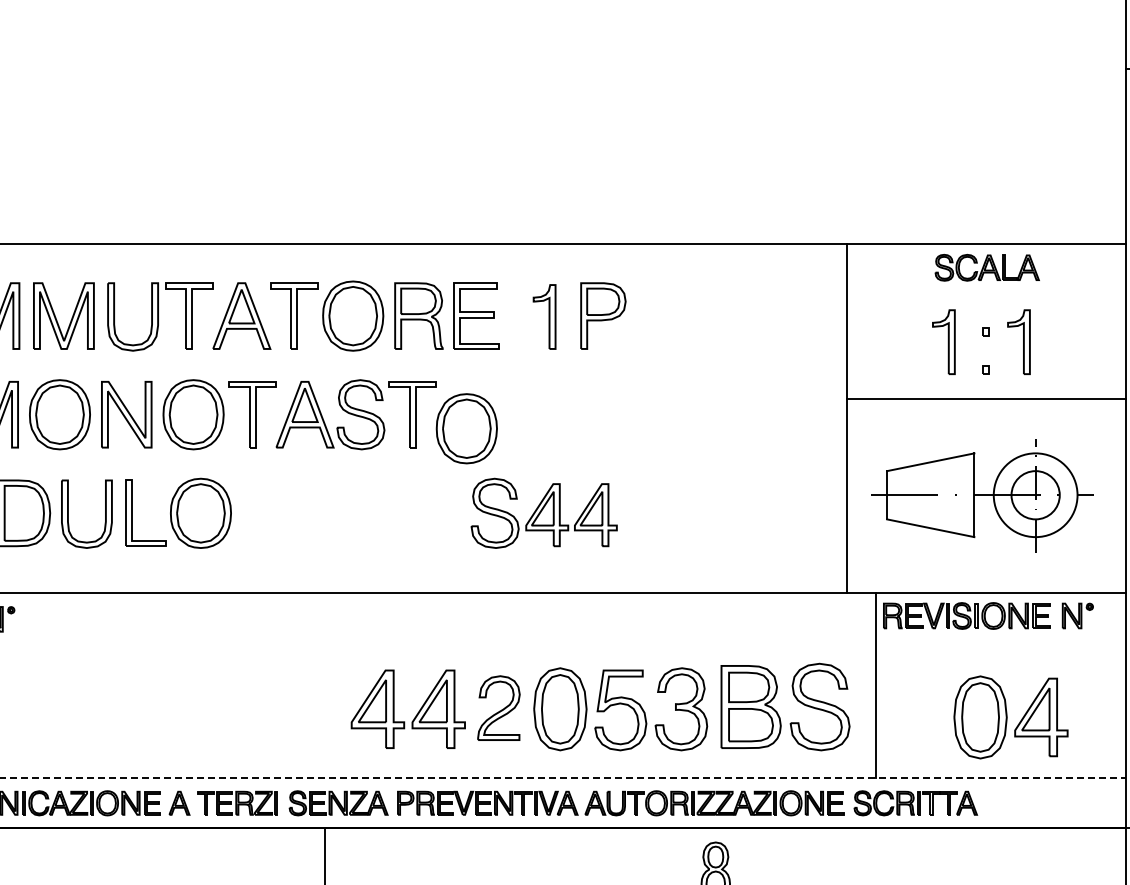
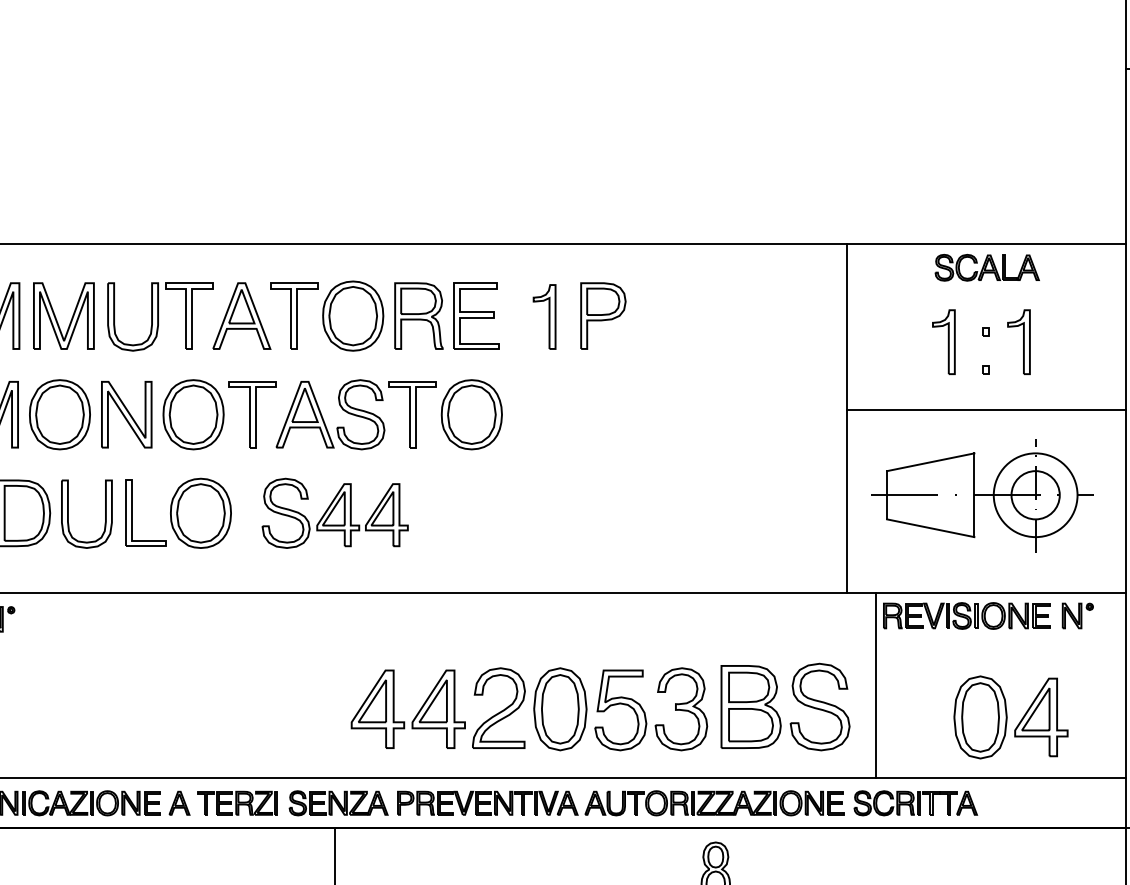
line at (986, 399) position: (986, 399) -> (986, 410)
part at (466, 428) position: (466, 428) -> (471, 414)
part at (543, 512) position: (543, 512) -> (334, 512)
part at (498, 707) size: 44x66 px -> 54x82 px
line at (563, 778): dashed -> solid
line at (325, 854) position: (325, 854) -> (335, 854)
